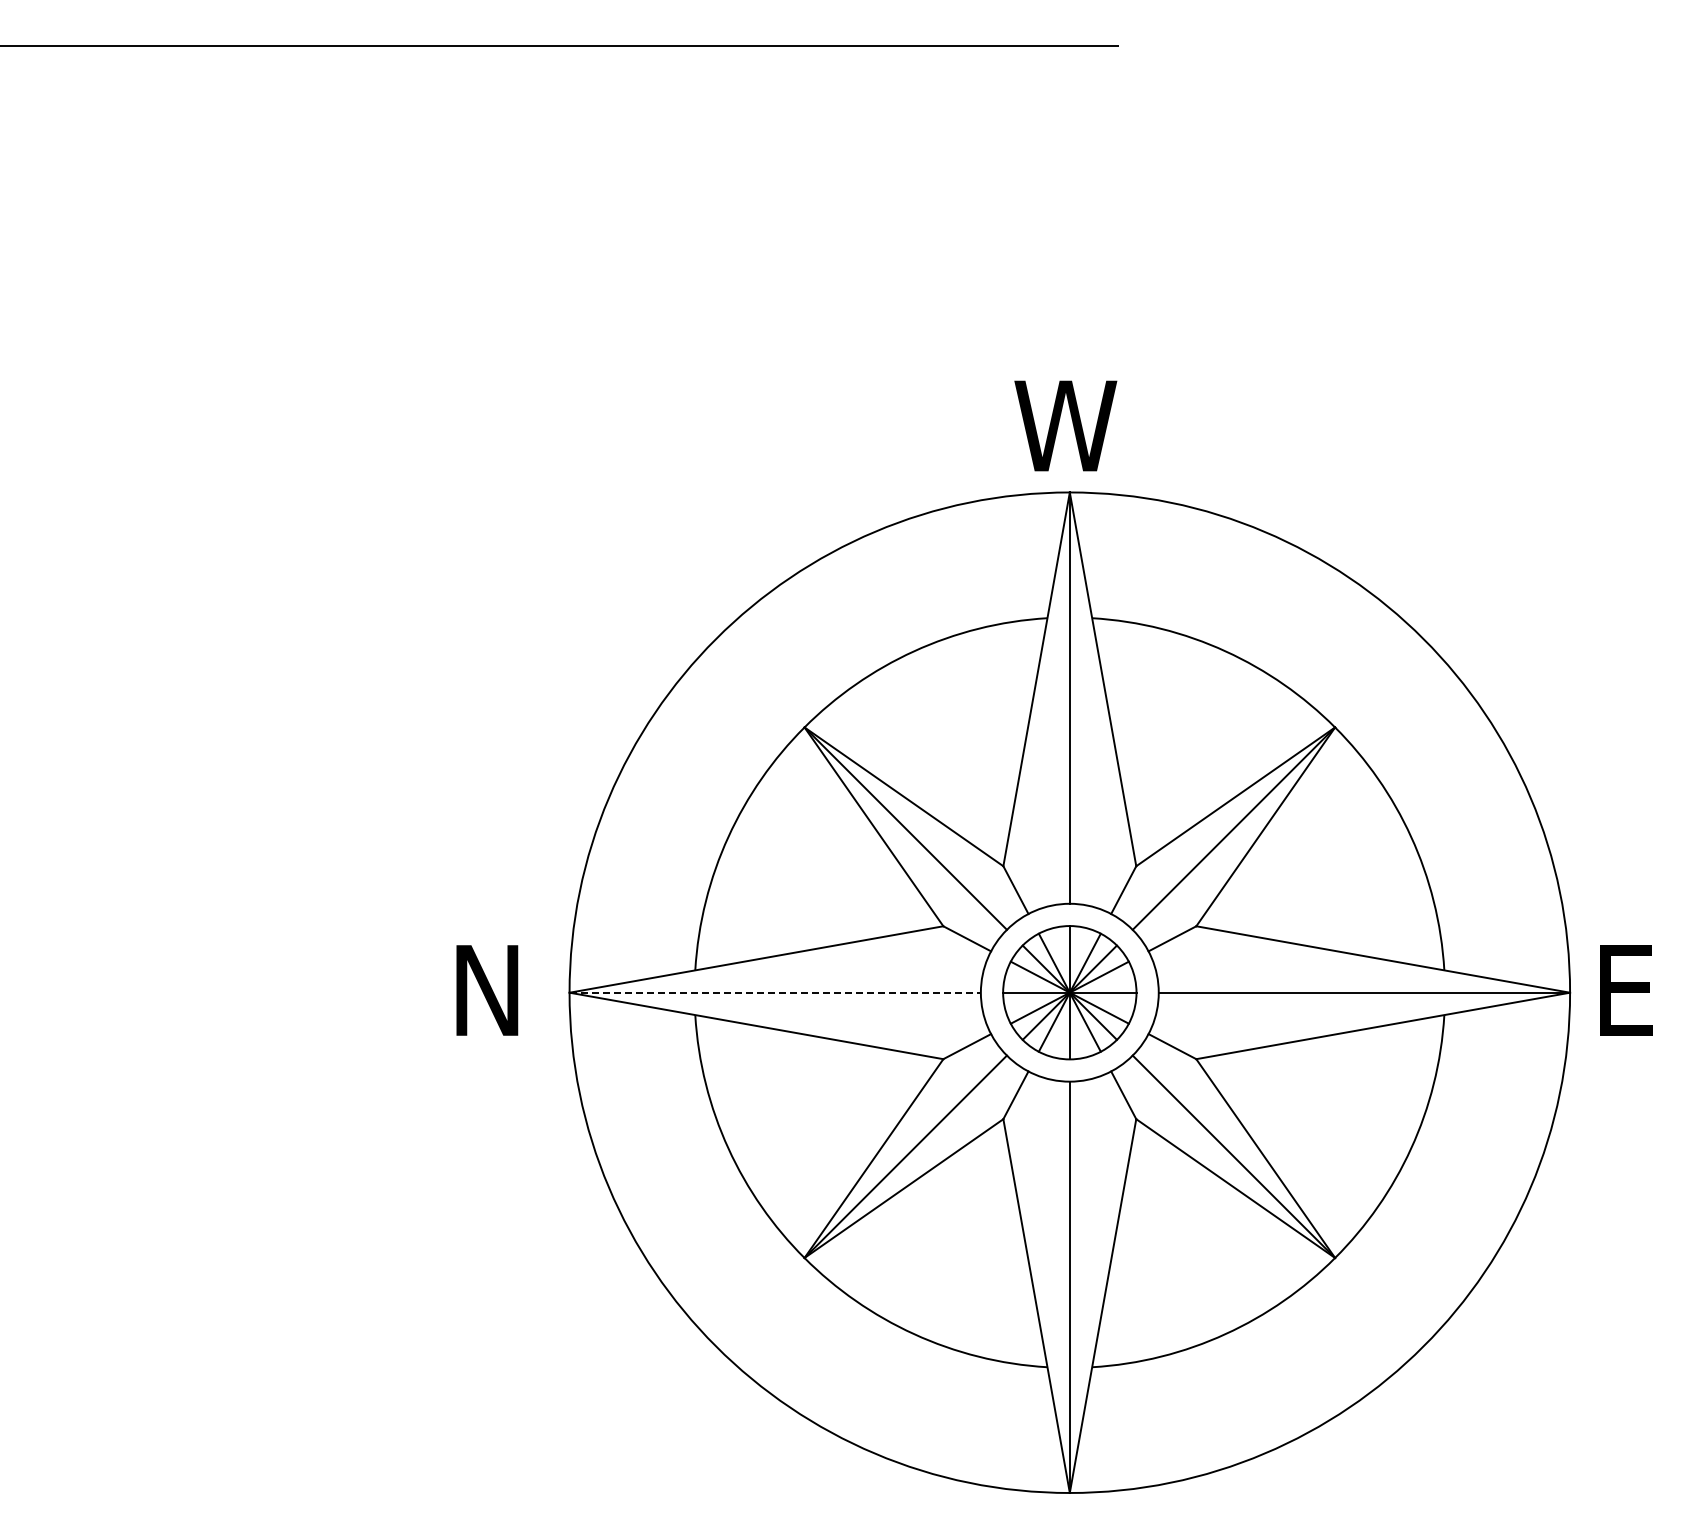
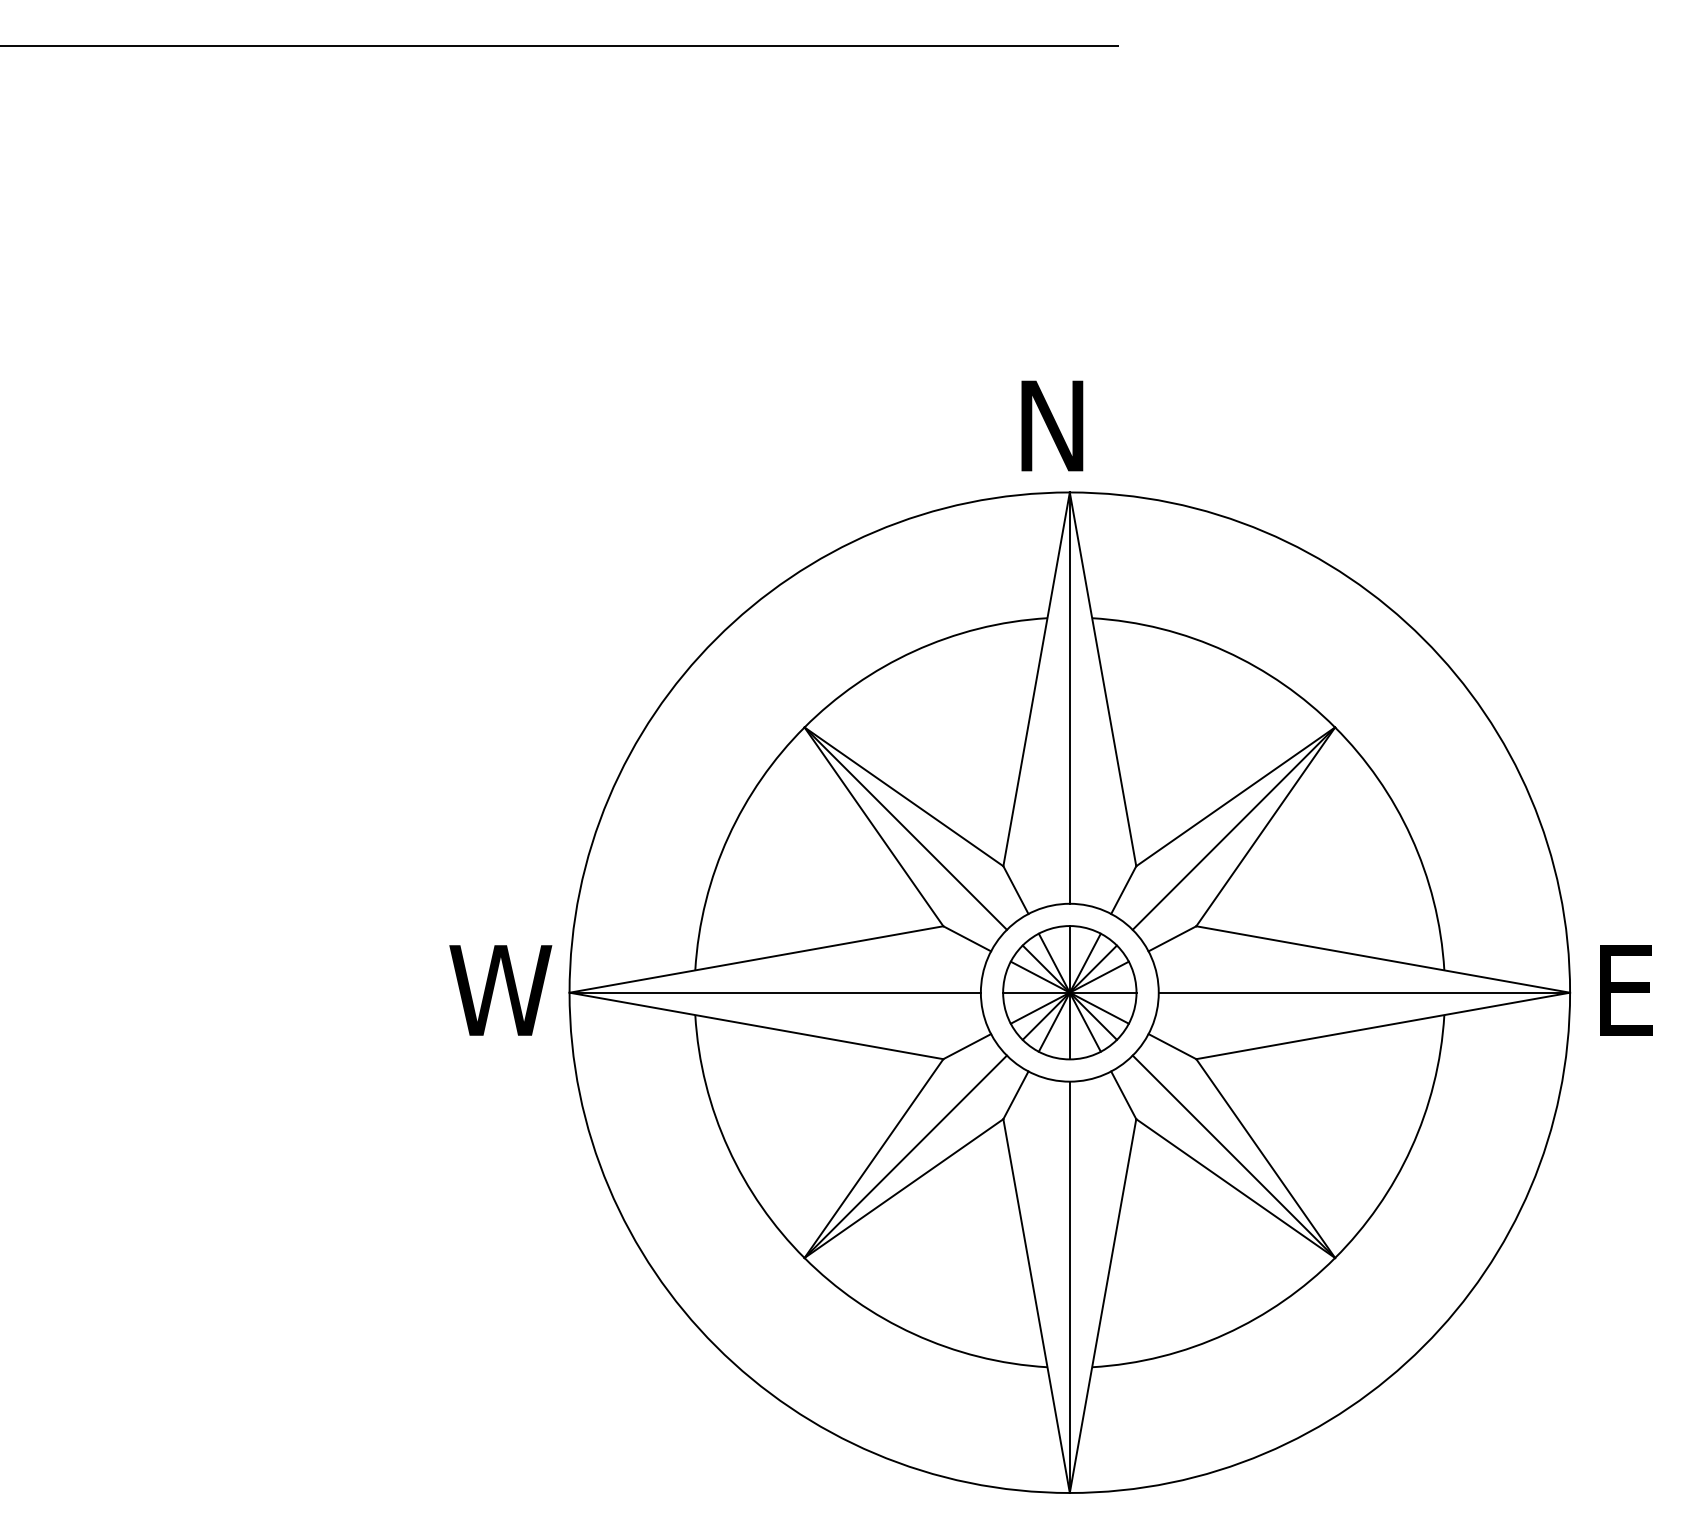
text at (1065, 425): W -> N
text at (500, 990): N -> W
line at (775, 992): dashed -> solid
